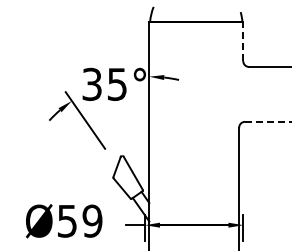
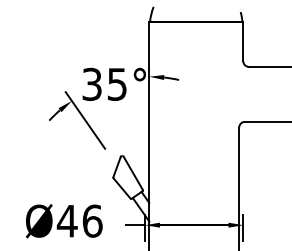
line at (243, 41): dashed -> solid
line at (268, 121): dashed -> solid
text at (79, 220): Ø59 -> Ø46
